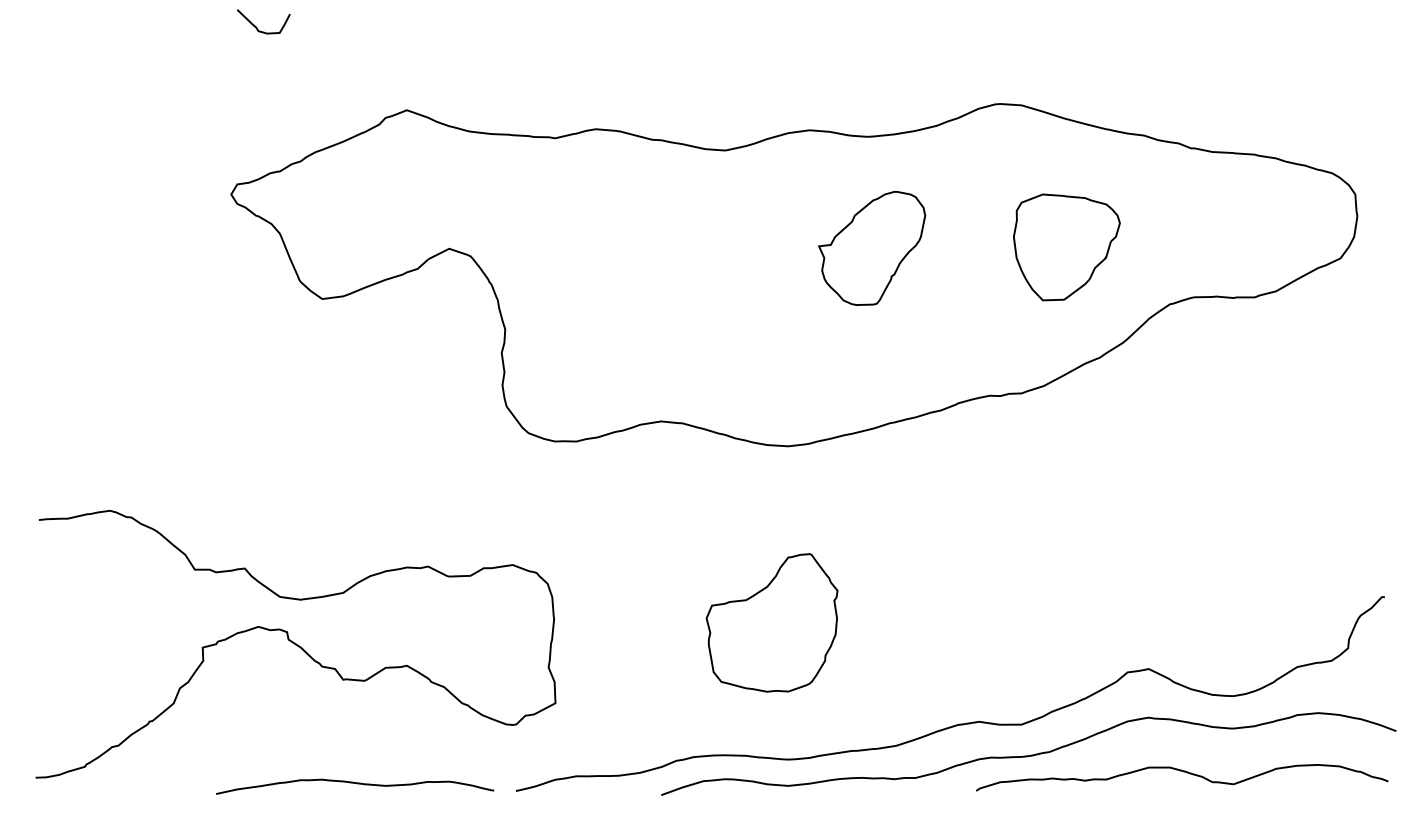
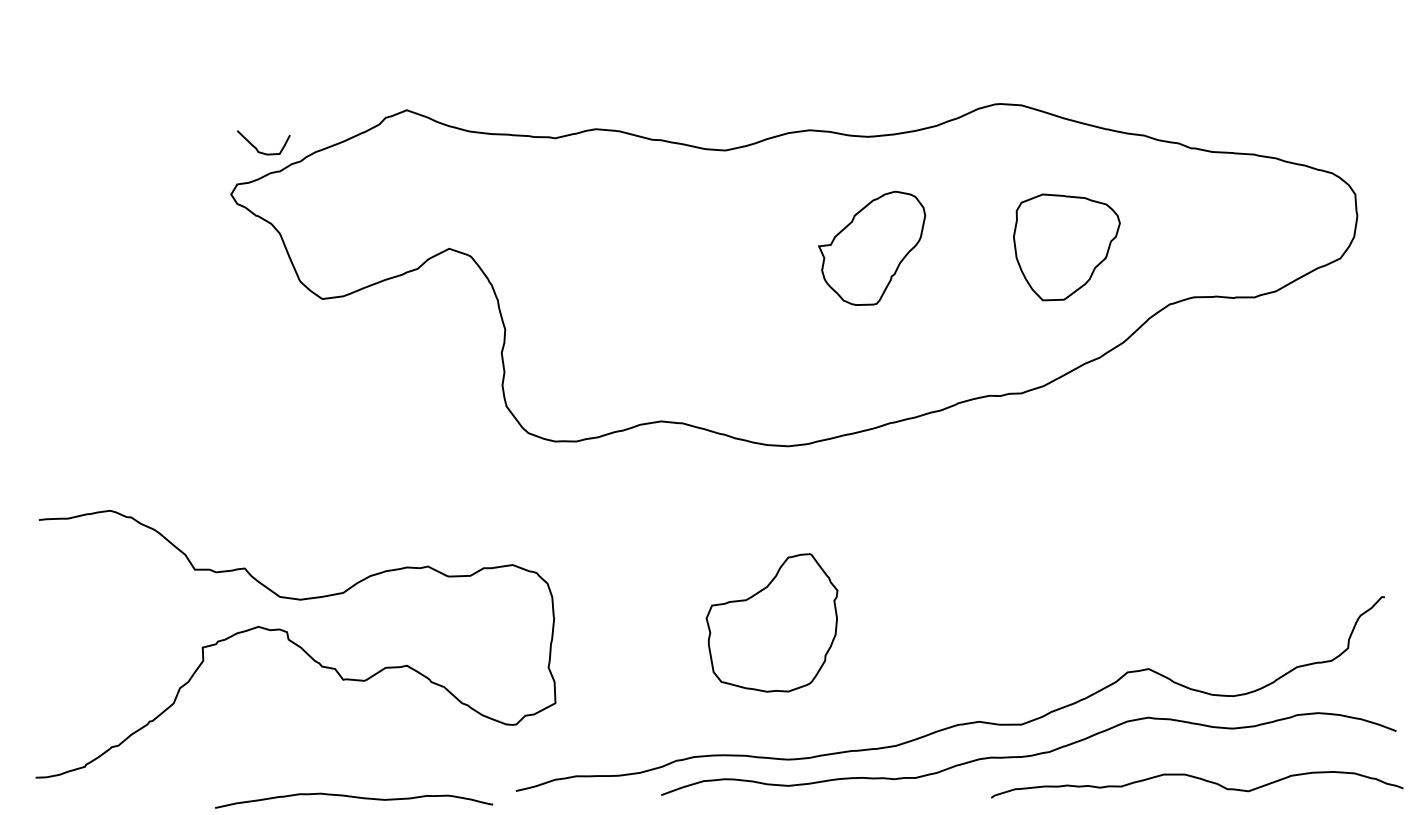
curve at (257, 27) position: (257, 27) -> (257, 148)
curve at (1183, 772) position: (1183, 772) -> (1198, 779)
curve at (356, 784) position: (356, 784) -> (355, 798)
